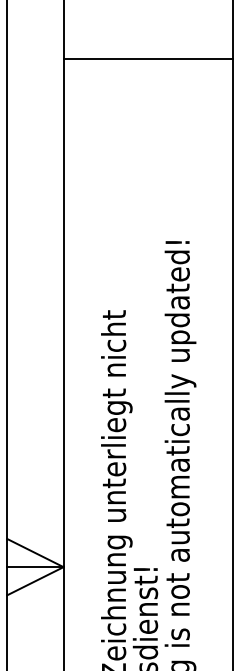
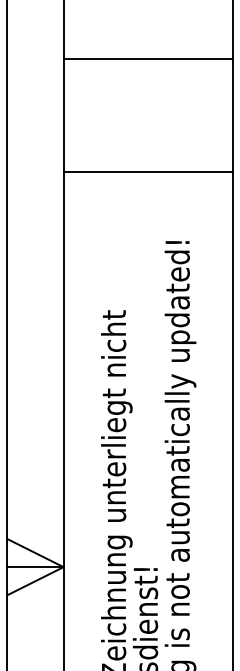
line at (147, 172): none -> present
